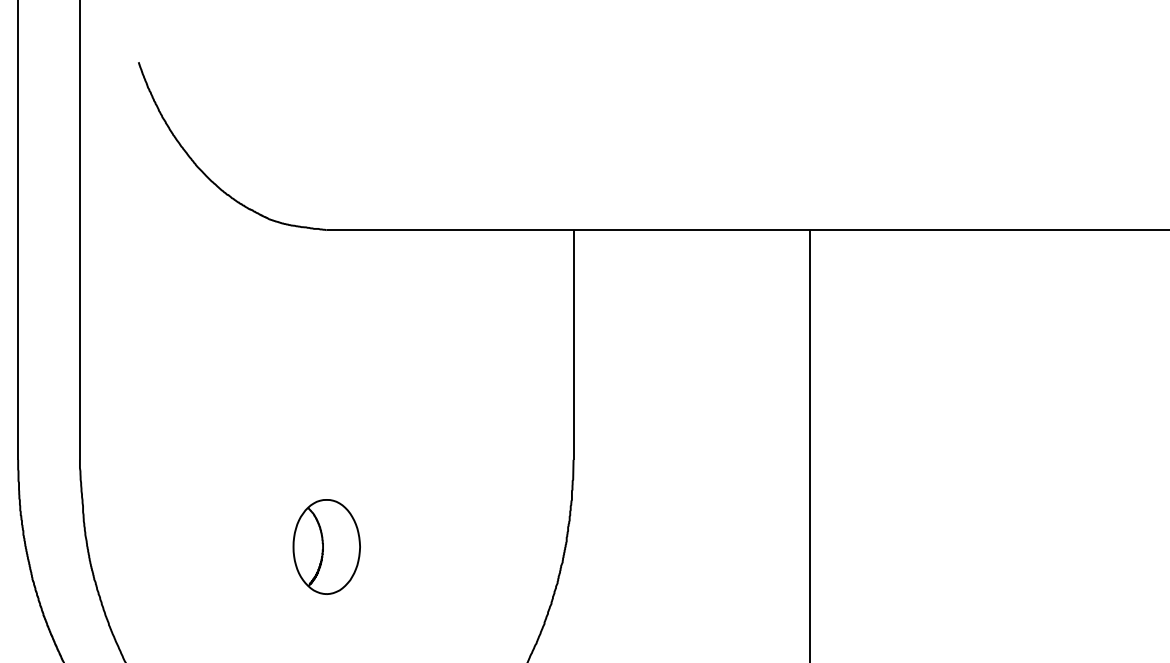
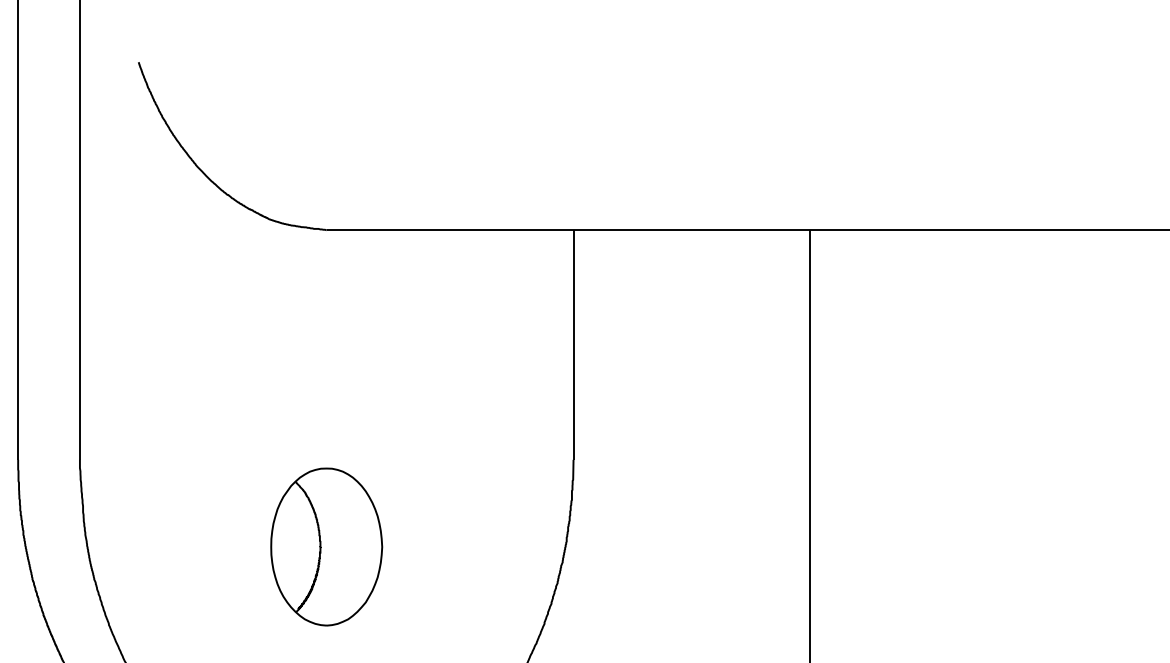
part at (326, 546) size: 69x96 px -> 114x160 px
